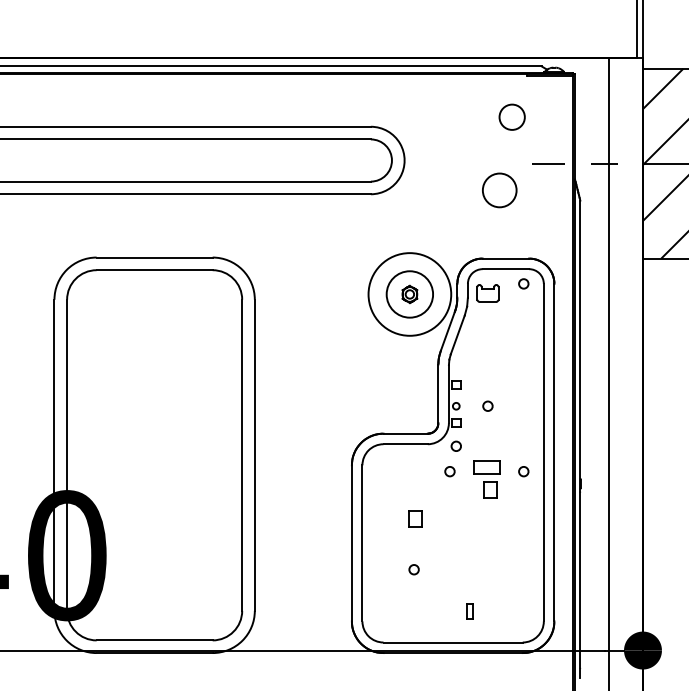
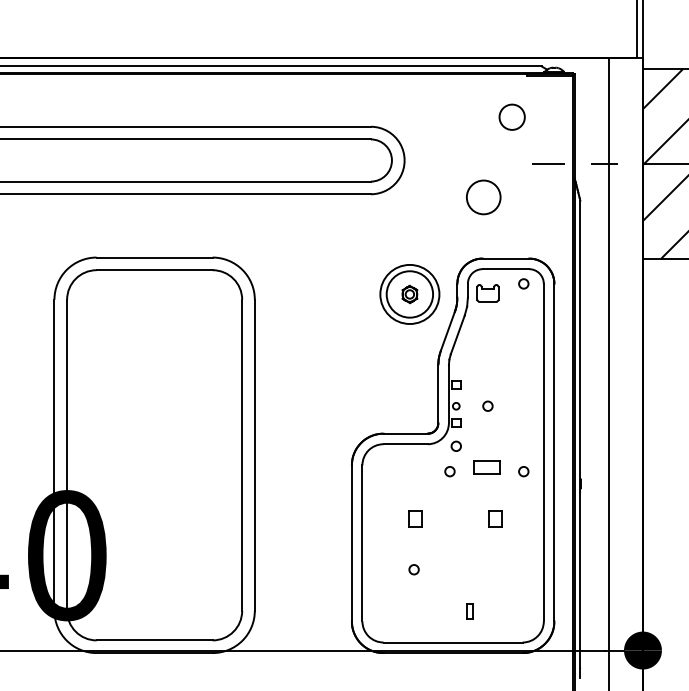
circle at (499, 190) position: (499, 190) -> (483, 197)
circle at (409, 294) diameter: 83 px -> 59 px
part at (490, 489) position: (490, 489) -> (495, 518)
